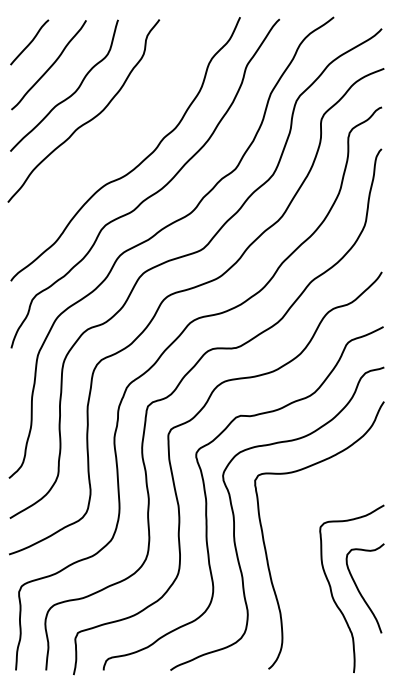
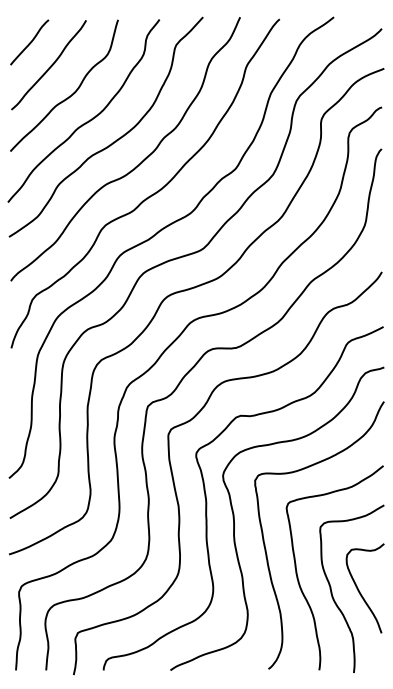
curve at (113, 141): none -> present
curve at (298, 576): none -> present
